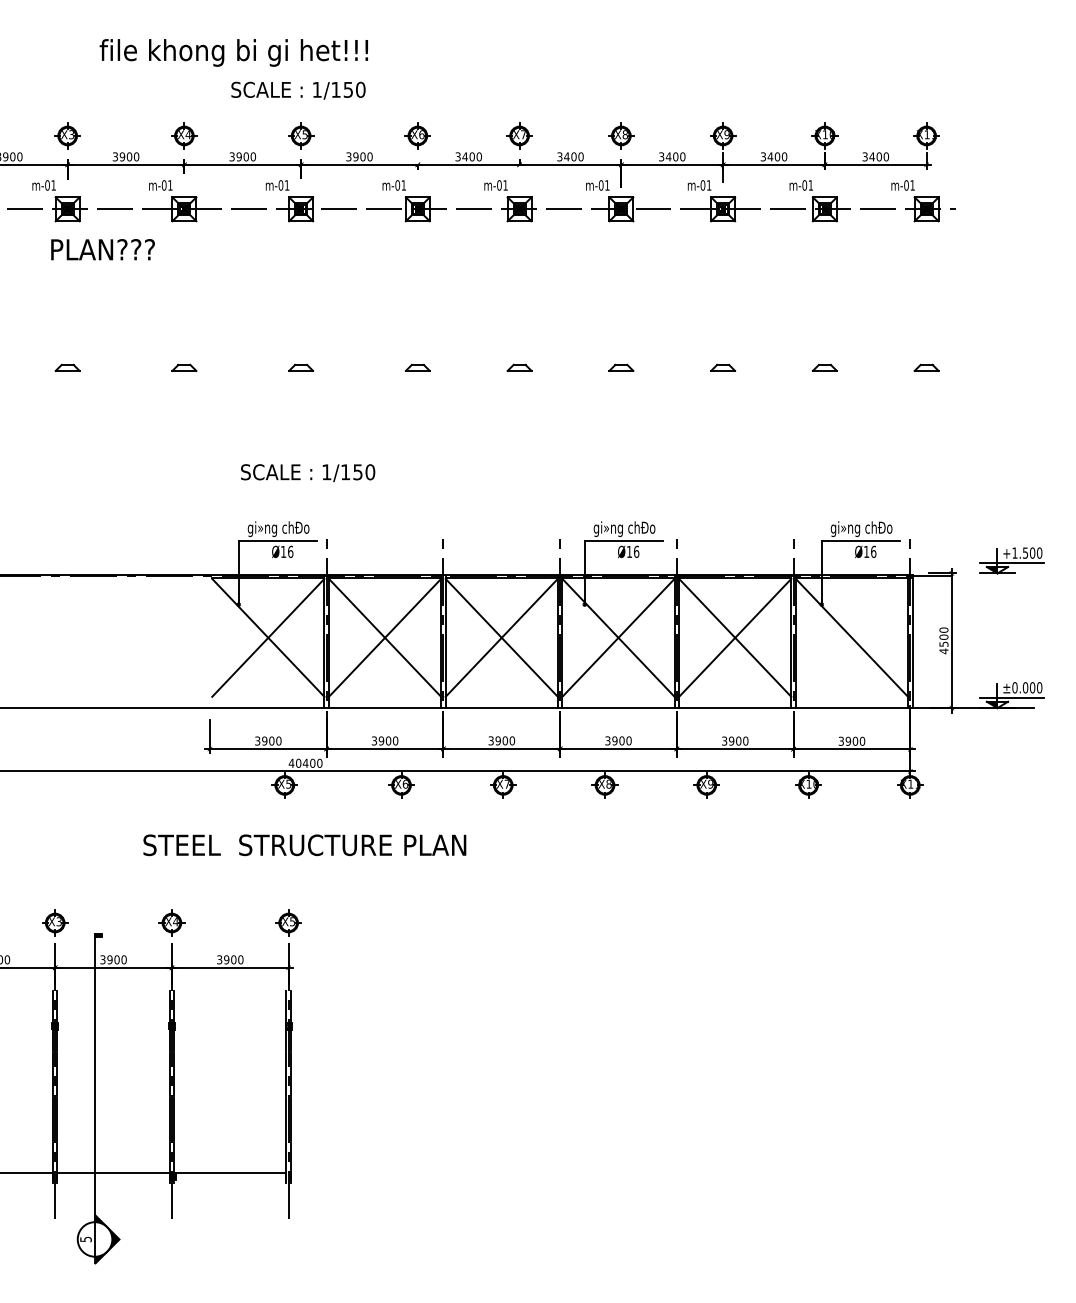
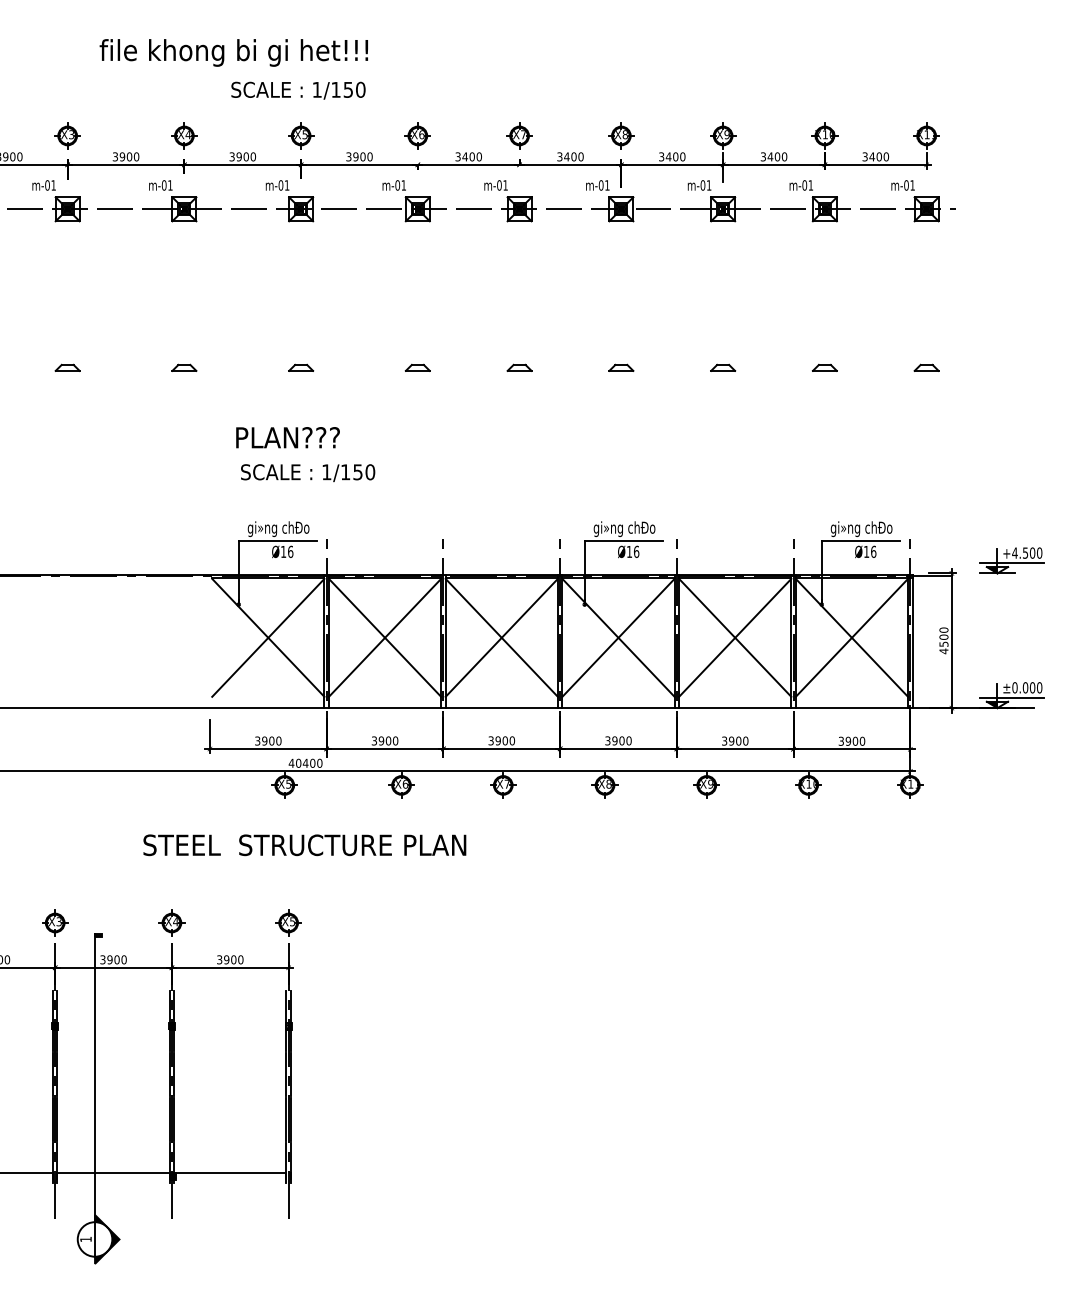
text at (102, 249) position: (102, 249) -> (287, 437)
text at (1014, 552): +1.500 -> +4.500
line at (851, 637): none -> present
text at (85, 1239): 5 -> 1
